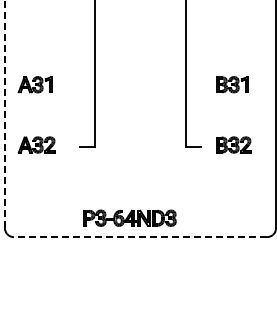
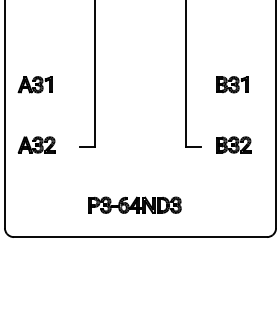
line at (4, 114): dashed -> solid
part at (129, 217) position: (129, 217) -> (134, 204)
line at (140, 237): dashed -> solid
